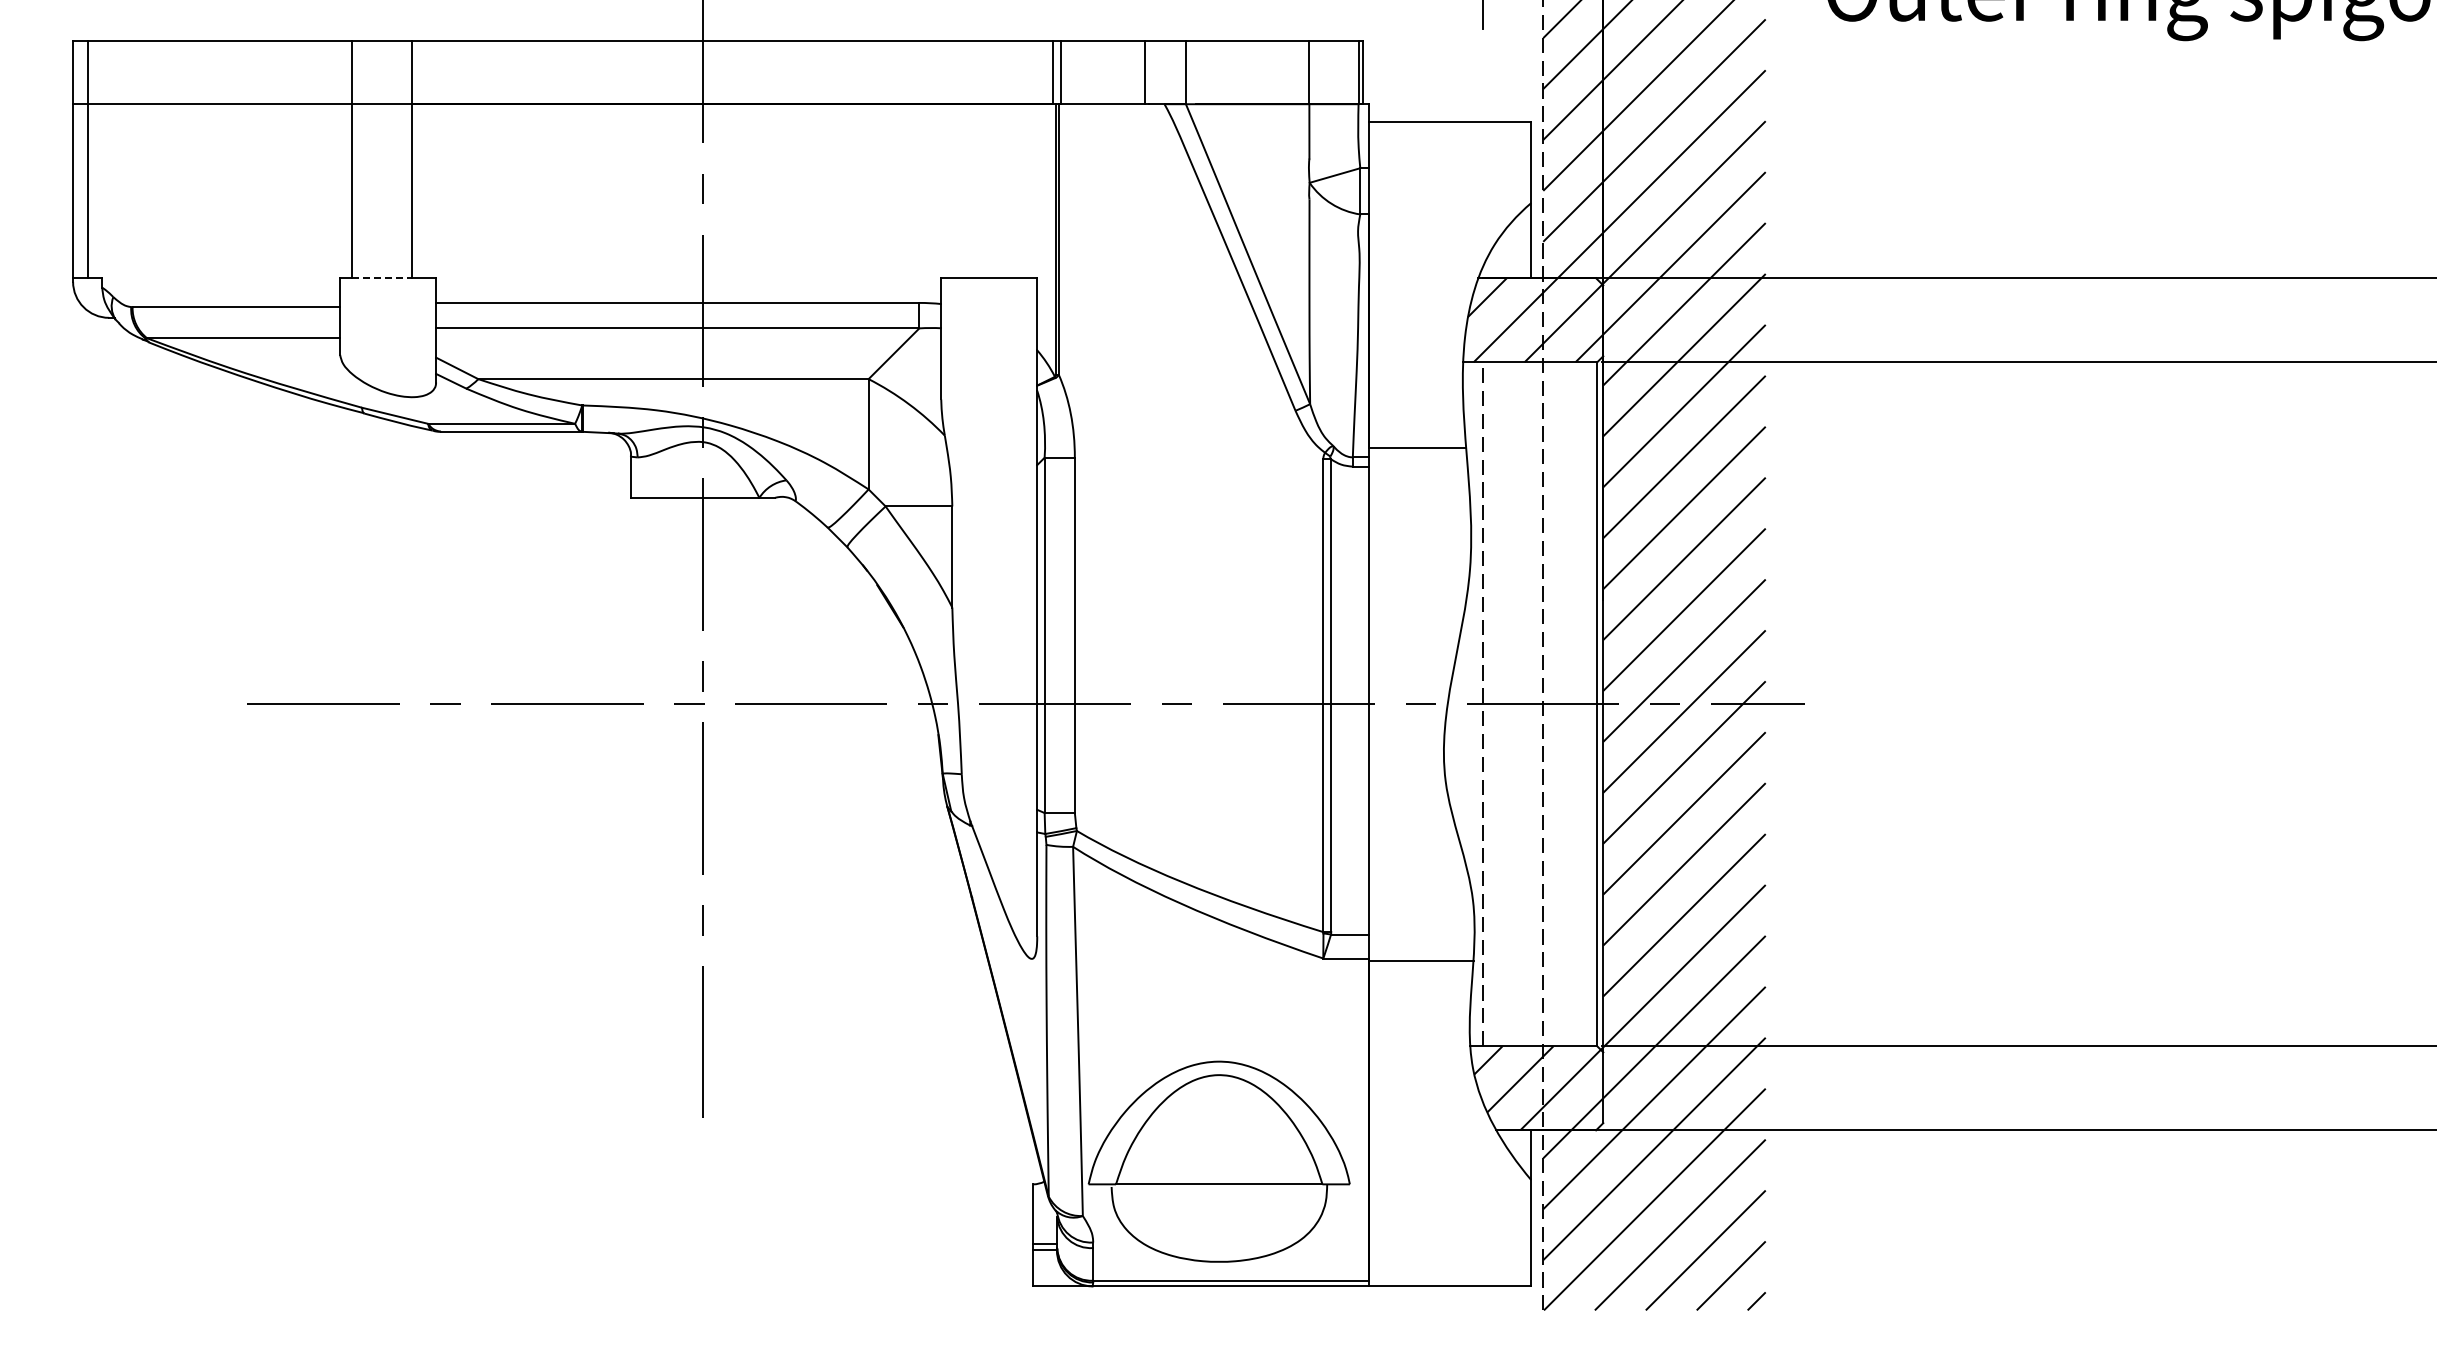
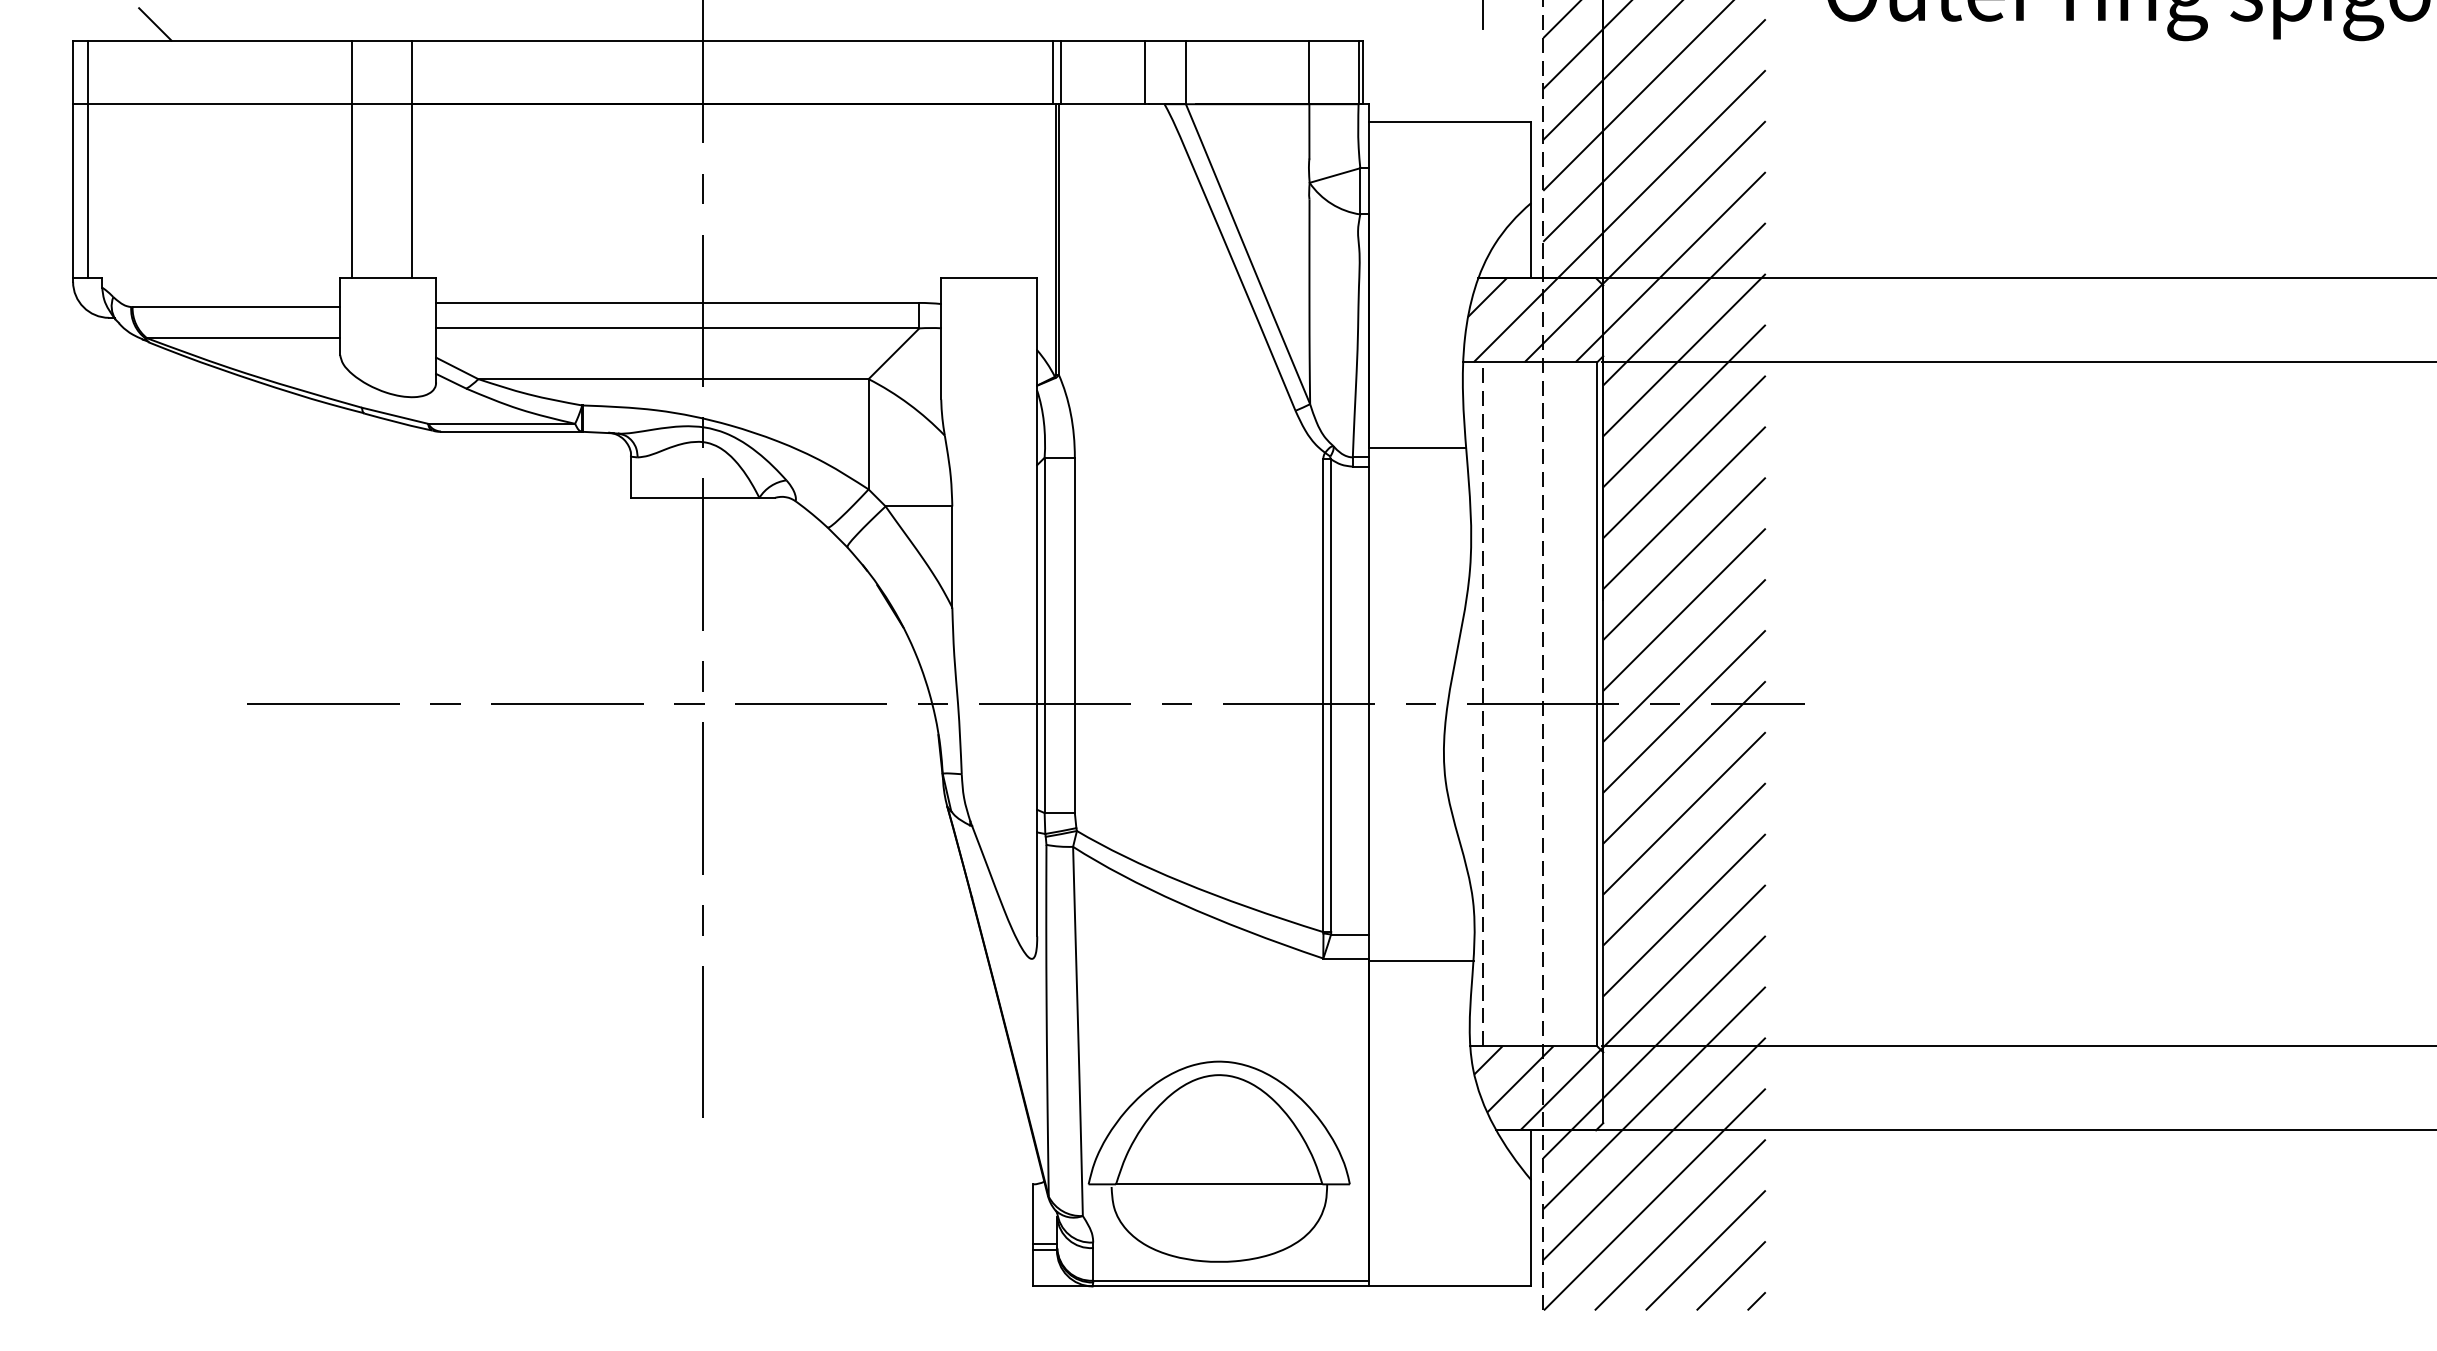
line at (155, 24): none -> present
line at (382, 278): dashed -> solid
